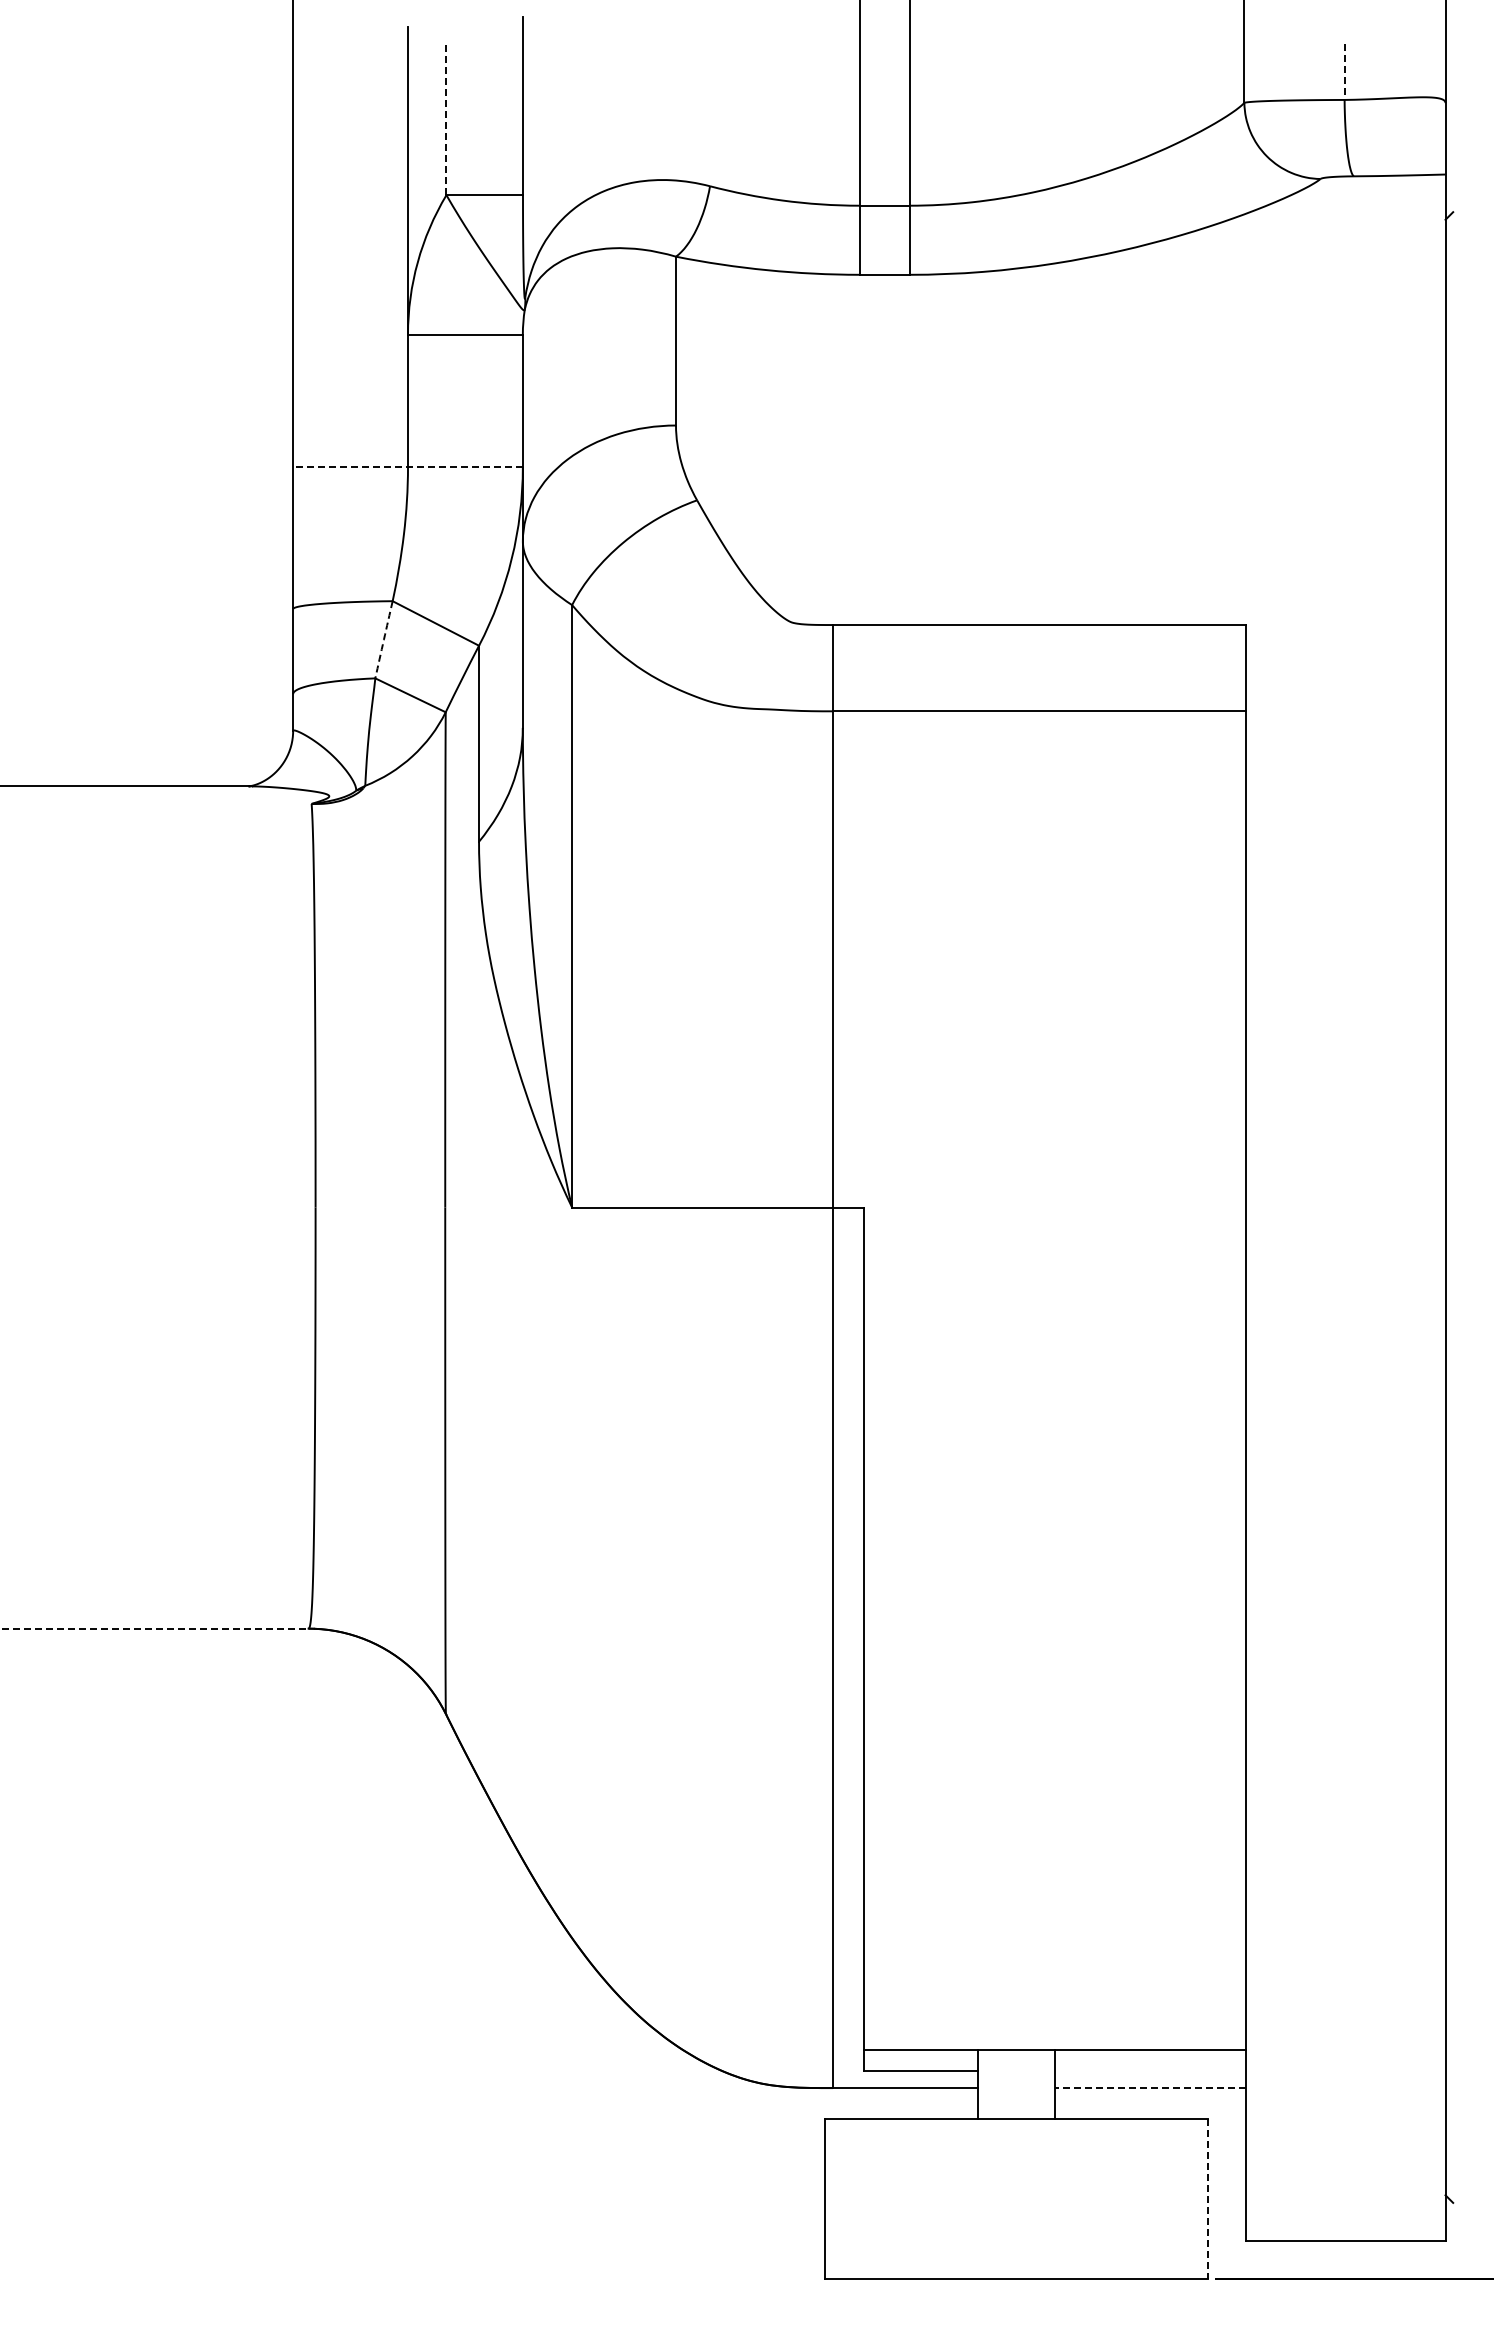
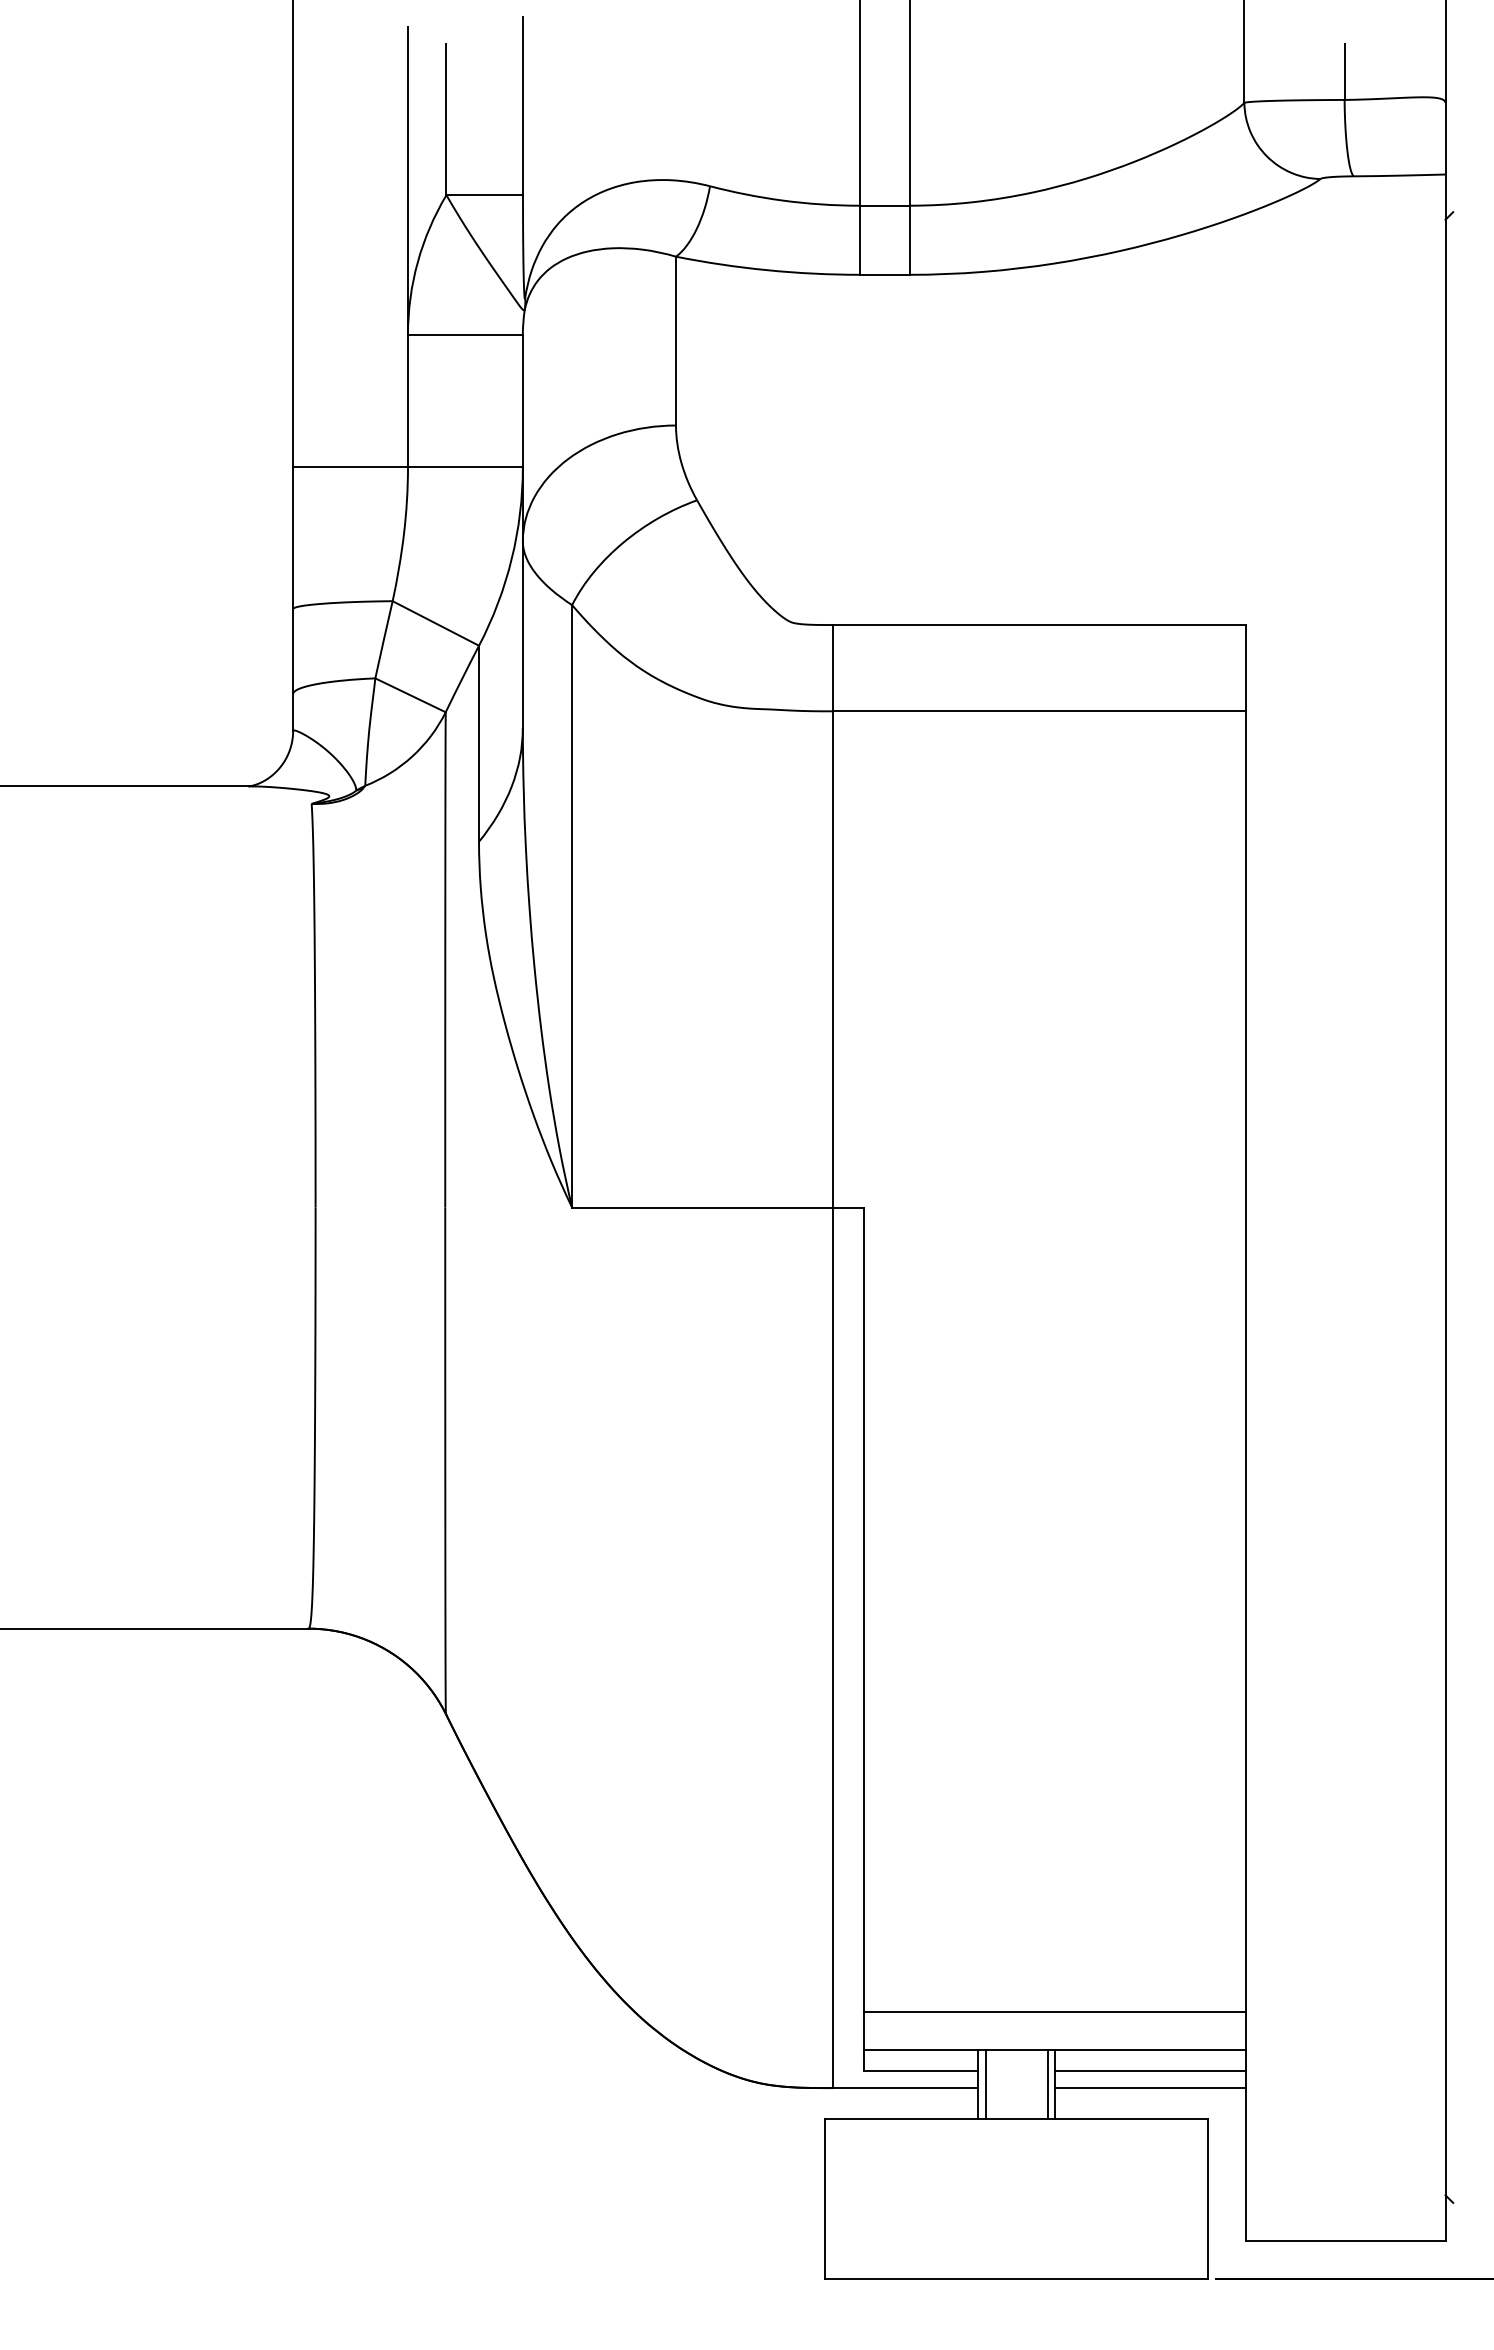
line at (1344, 72): dashed -> solid
line at (446, 119): dashed -> solid
line at (408, 466): dashed -> solid
arc at (383, 639): dashed -> solid
line at (154, 1628): dashed -> solid
line at (1054, 2011): none -> present
line at (1150, 2071): none -> present
line at (985, 2083): none -> present
line at (1047, 2083): none -> present
line at (1150, 2088): dashed -> solid
line at (1208, 2199): dashed -> solid
